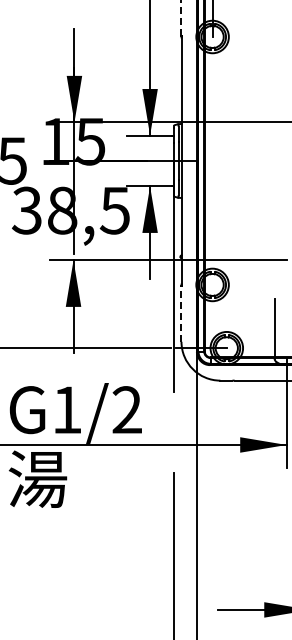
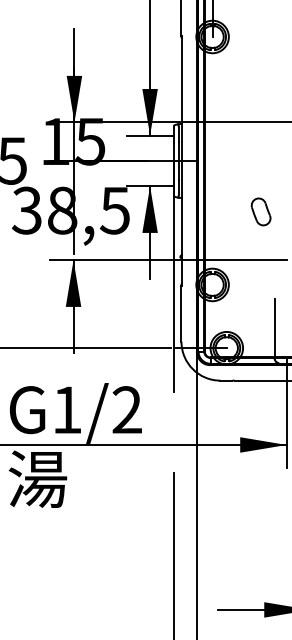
line at (181, 18): dashed -> solid
part at (260, 211): none -> present
line at (181, 313): dashed -> solid
